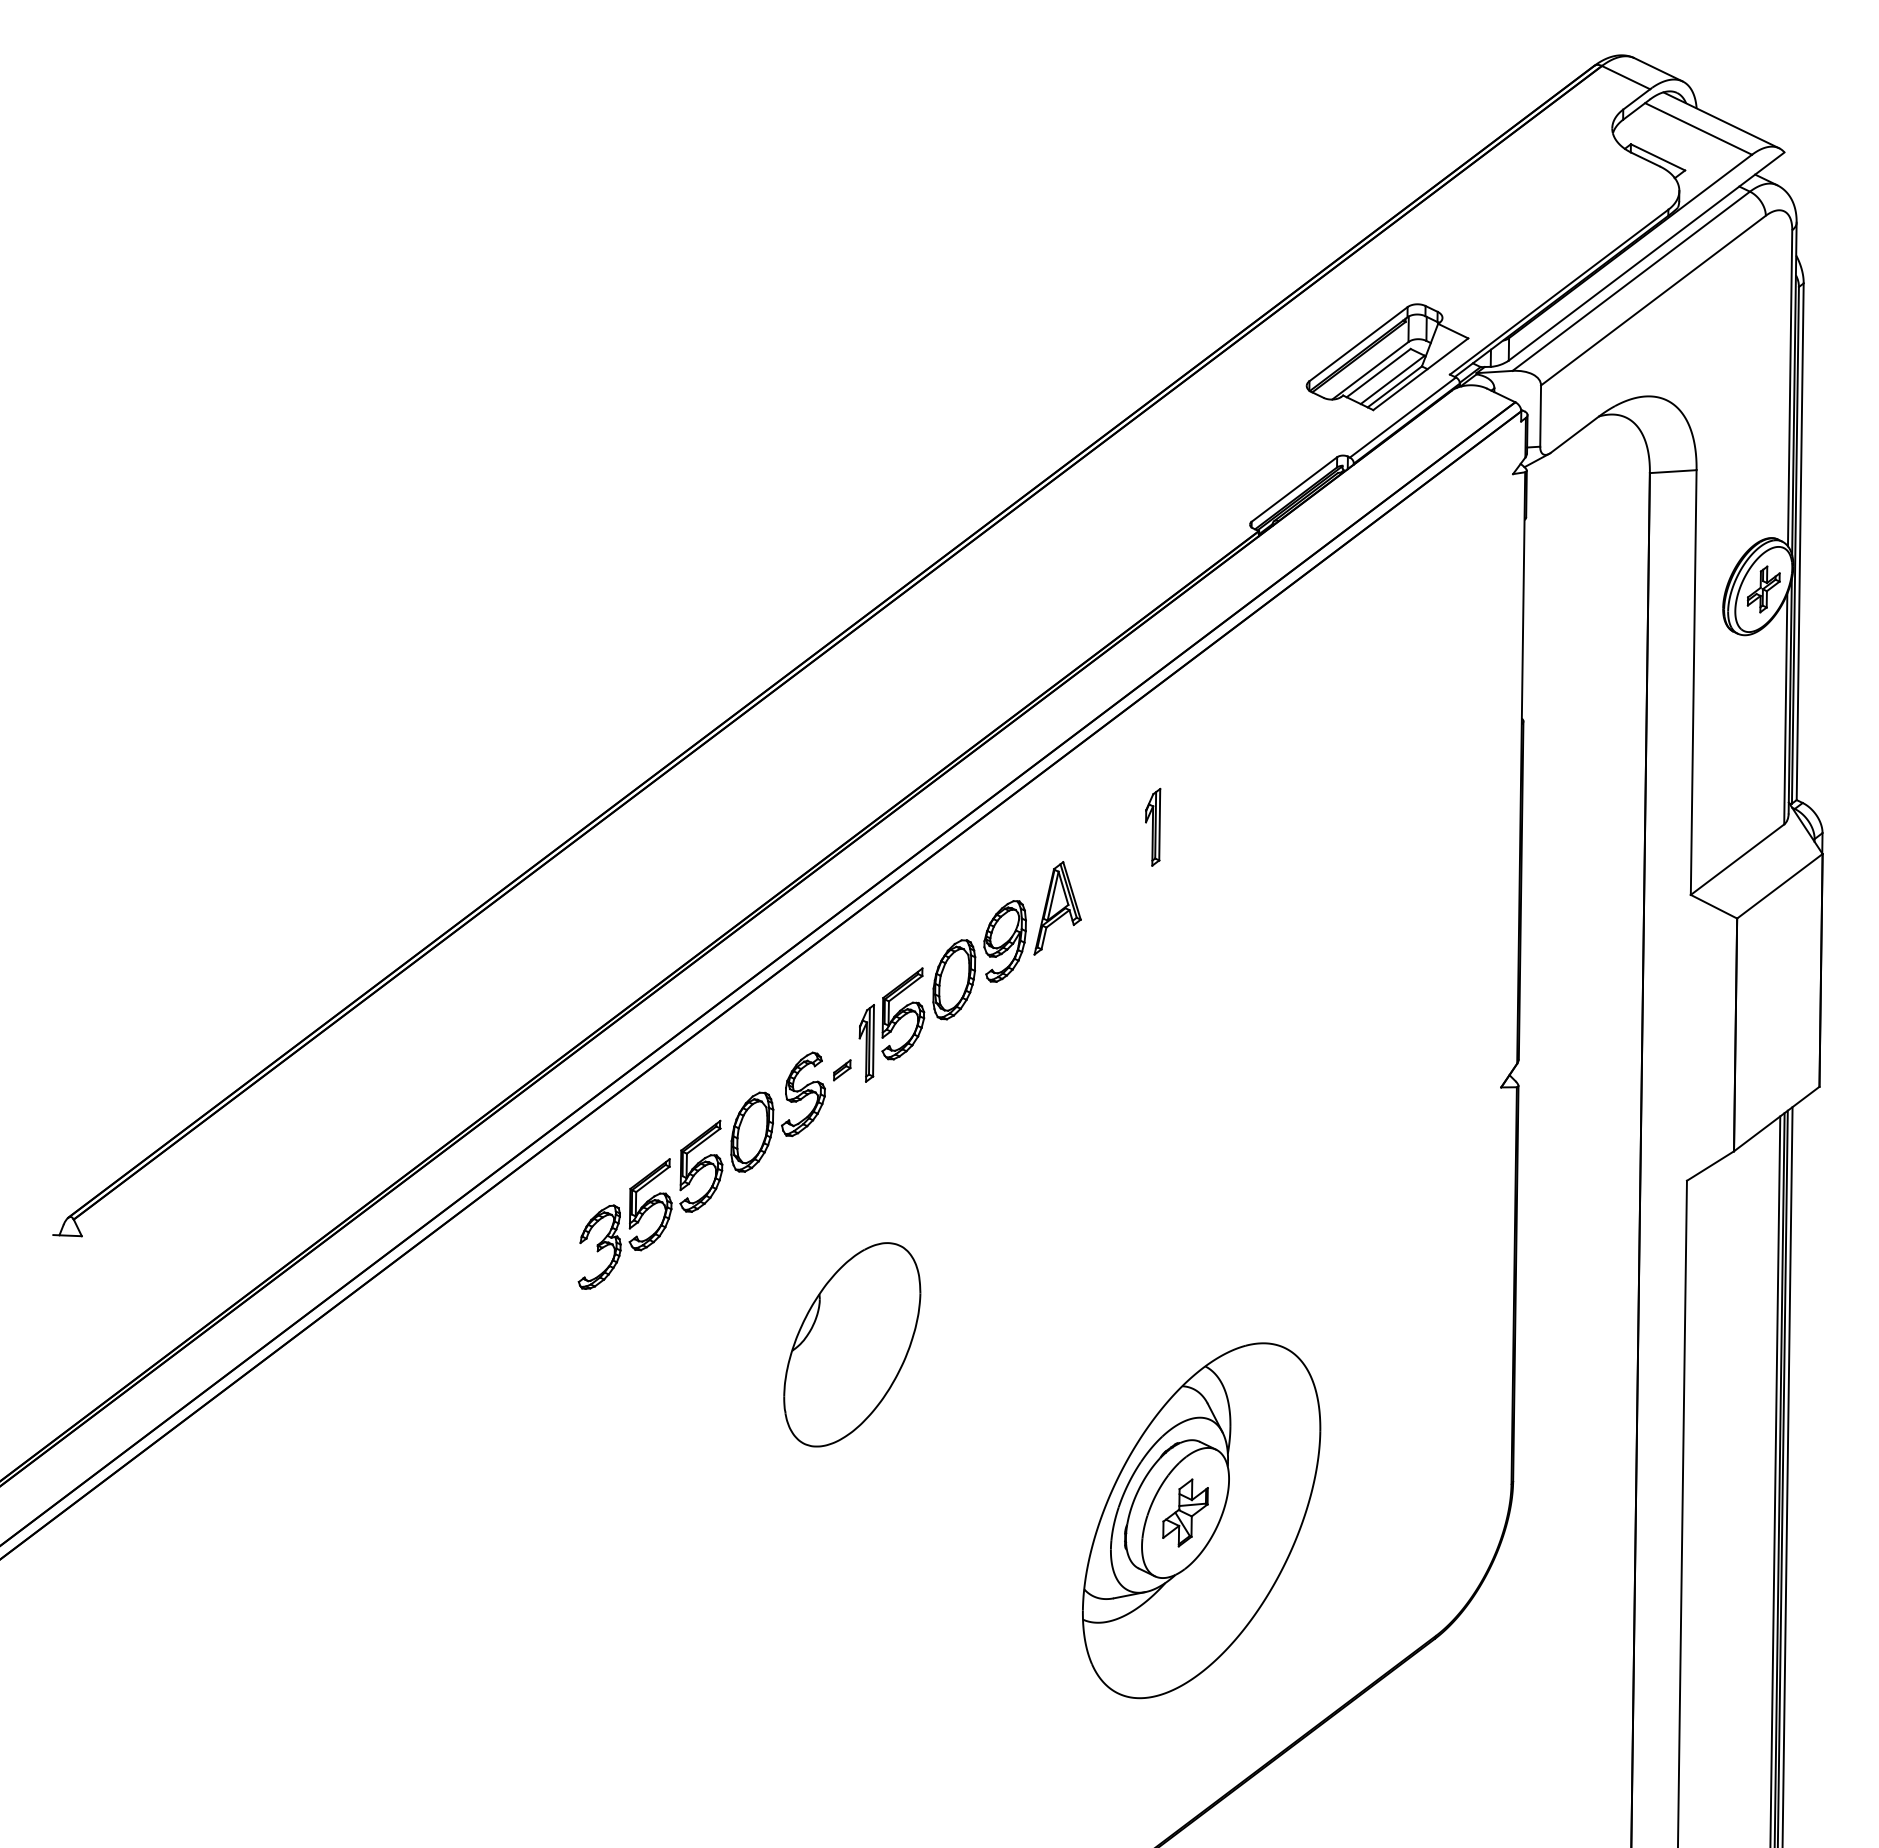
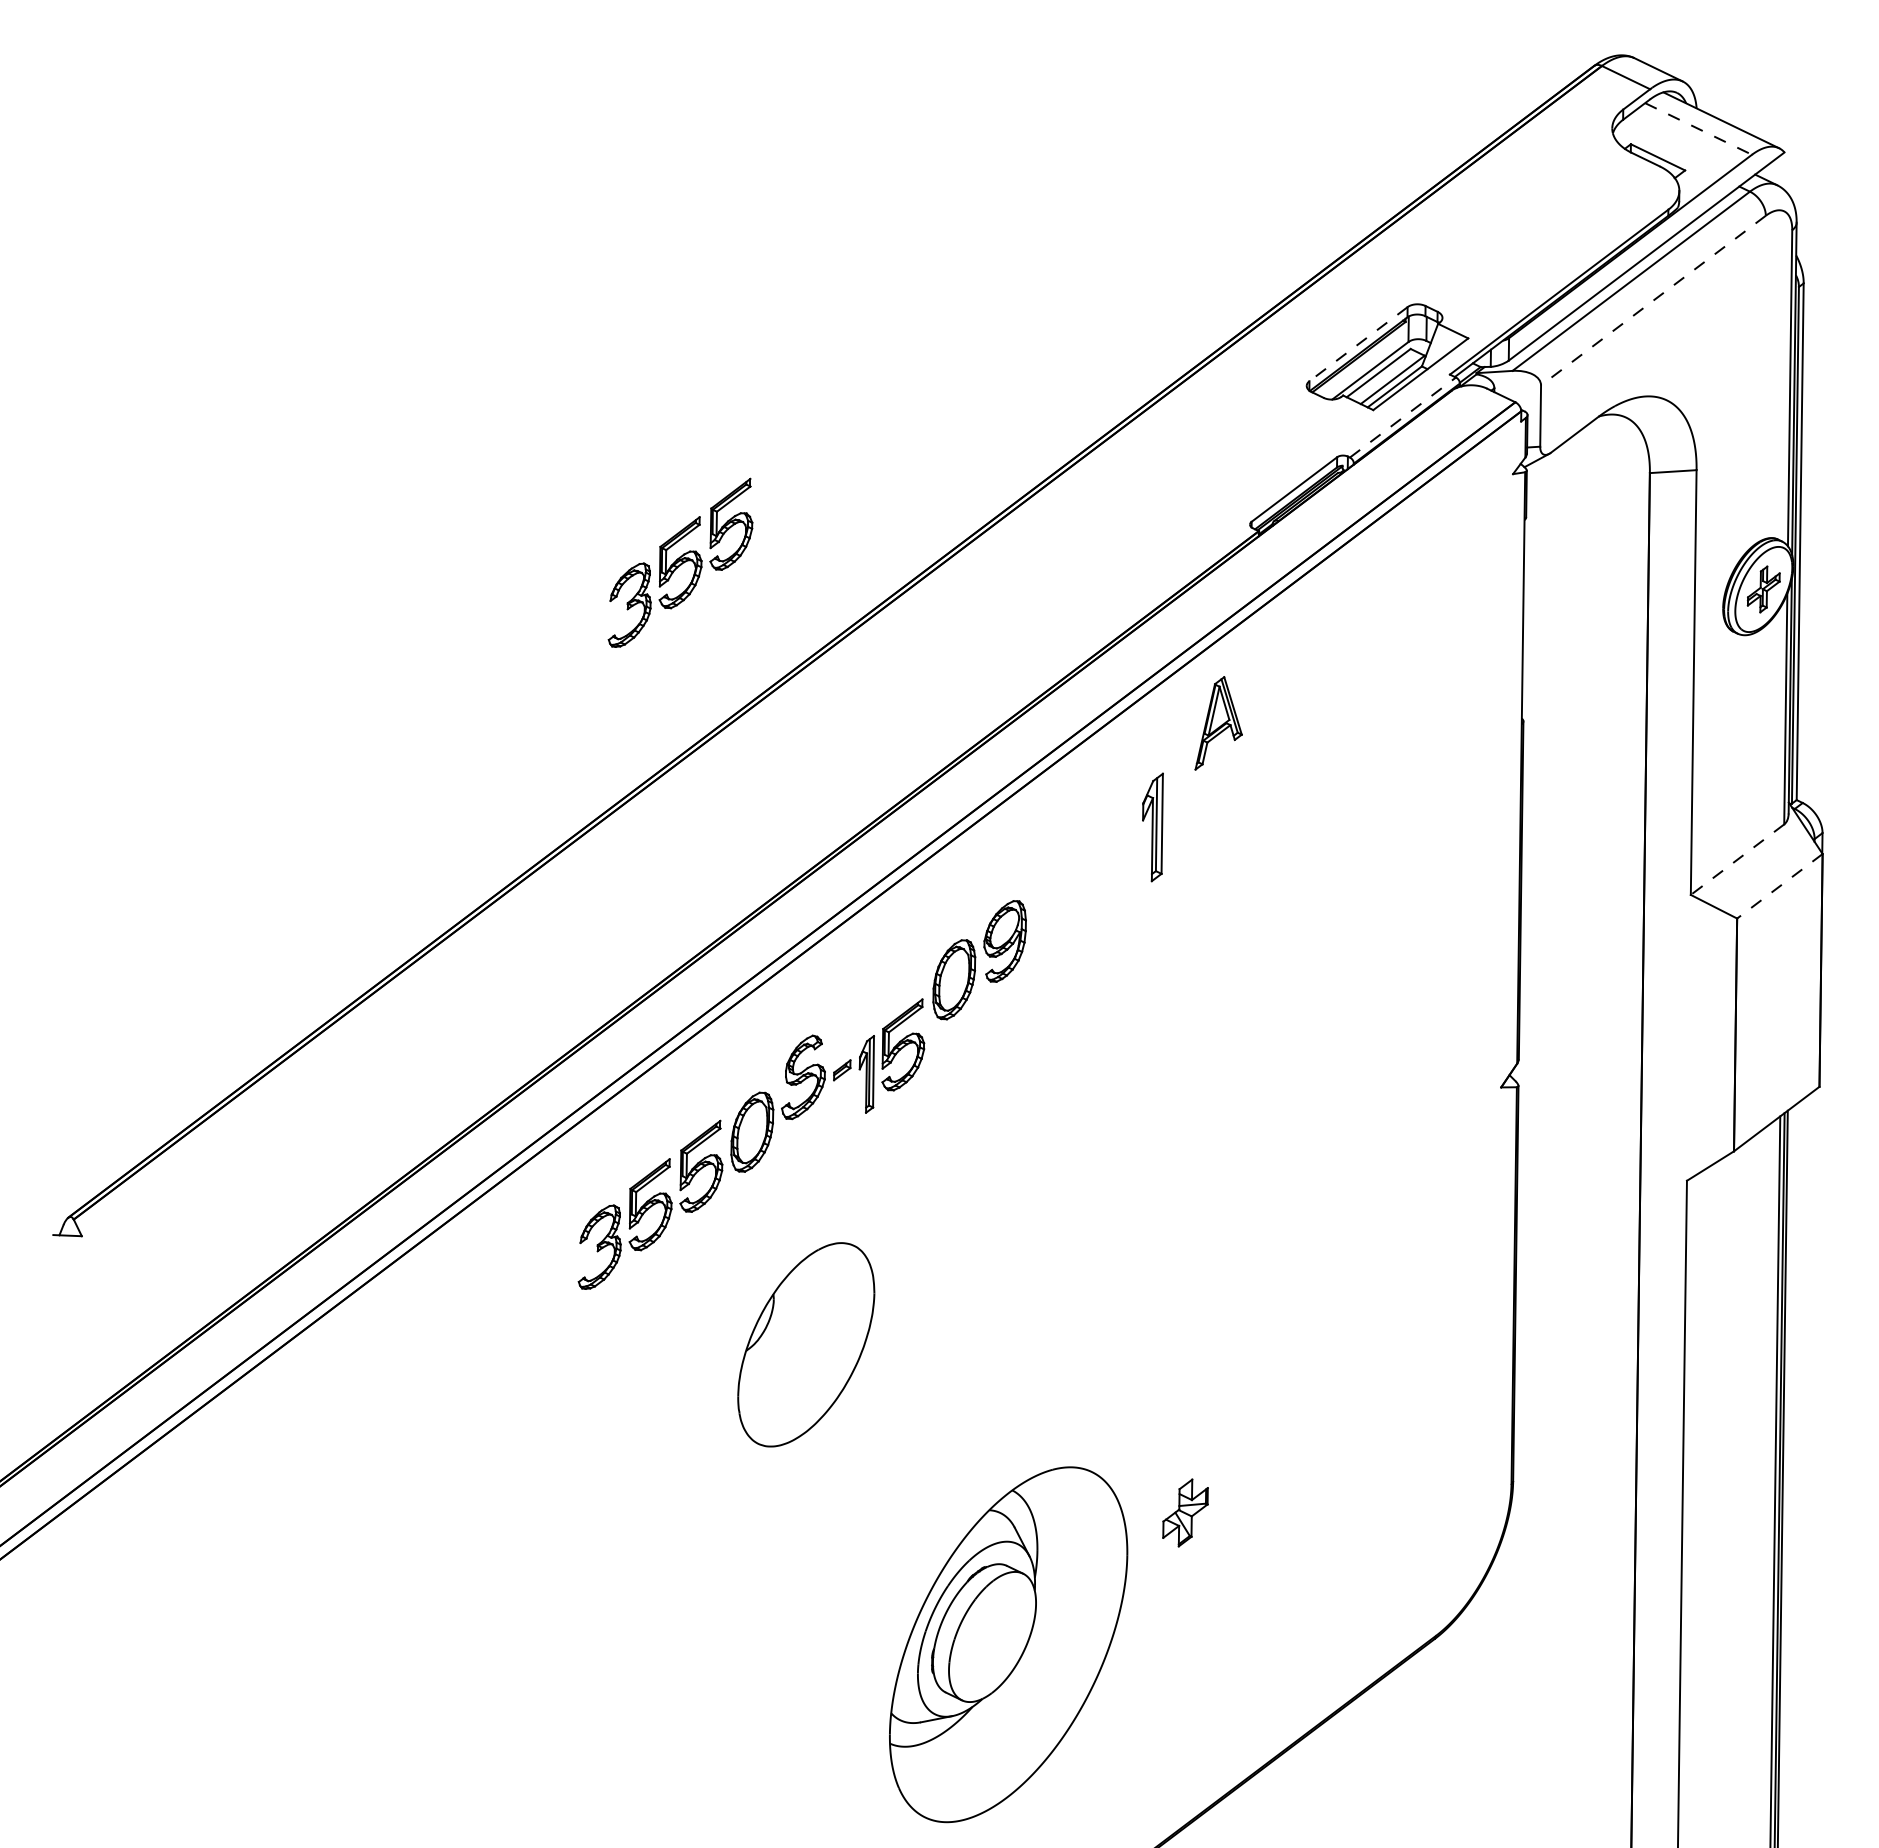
line at (1699, 129): solid -> dashed
line at (1653, 300): solid -> dashed
line at (1358, 344): solid -> dashed
line at (1403, 417): solid -> dashed
part at (680, 562): none -> present
part at (1153, 826) size: 17x80 px -> 22x111 px
line at (1737, 859): solid -> dashed
line at (1779, 886): solid -> dashed
part at (1057, 908) position: (1057, 908) -> (1218, 723)
part at (891, 1024) position: (891, 1024) -> (891, 1055)
part at (803, 1094) position: (803, 1094) -> (803, 1077)
part at (852, 1344) position: (852, 1344) -> (806, 1344)
line at (1787, 1475): present -> none
part at (1201, 1520) position: (1201, 1520) -> (1008, 1644)
